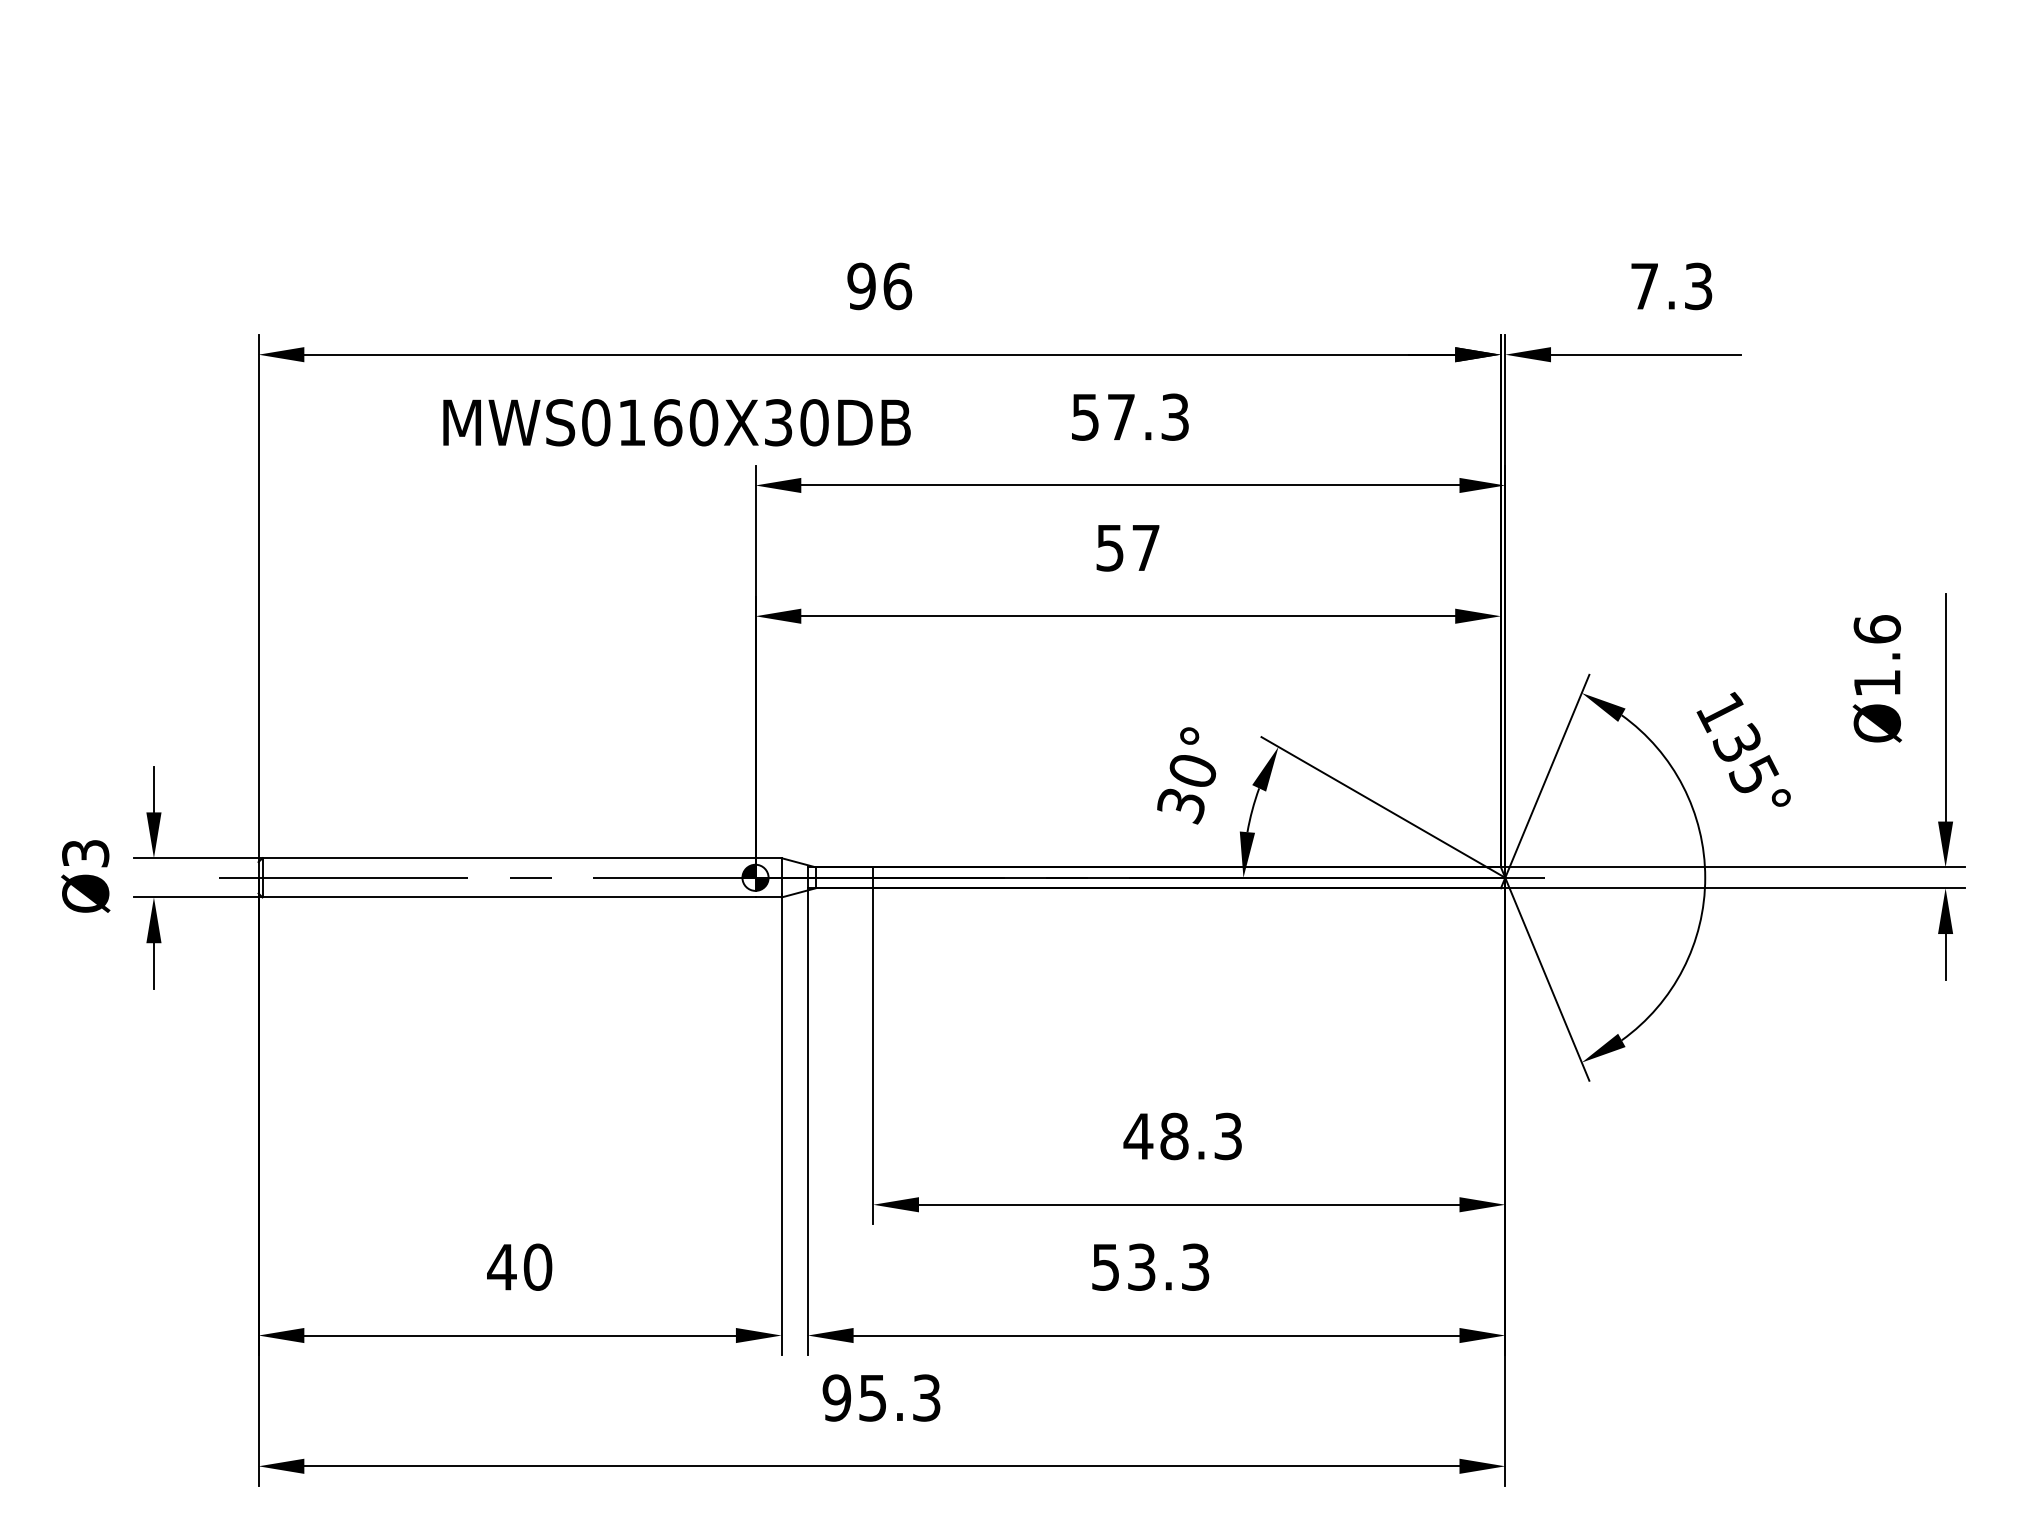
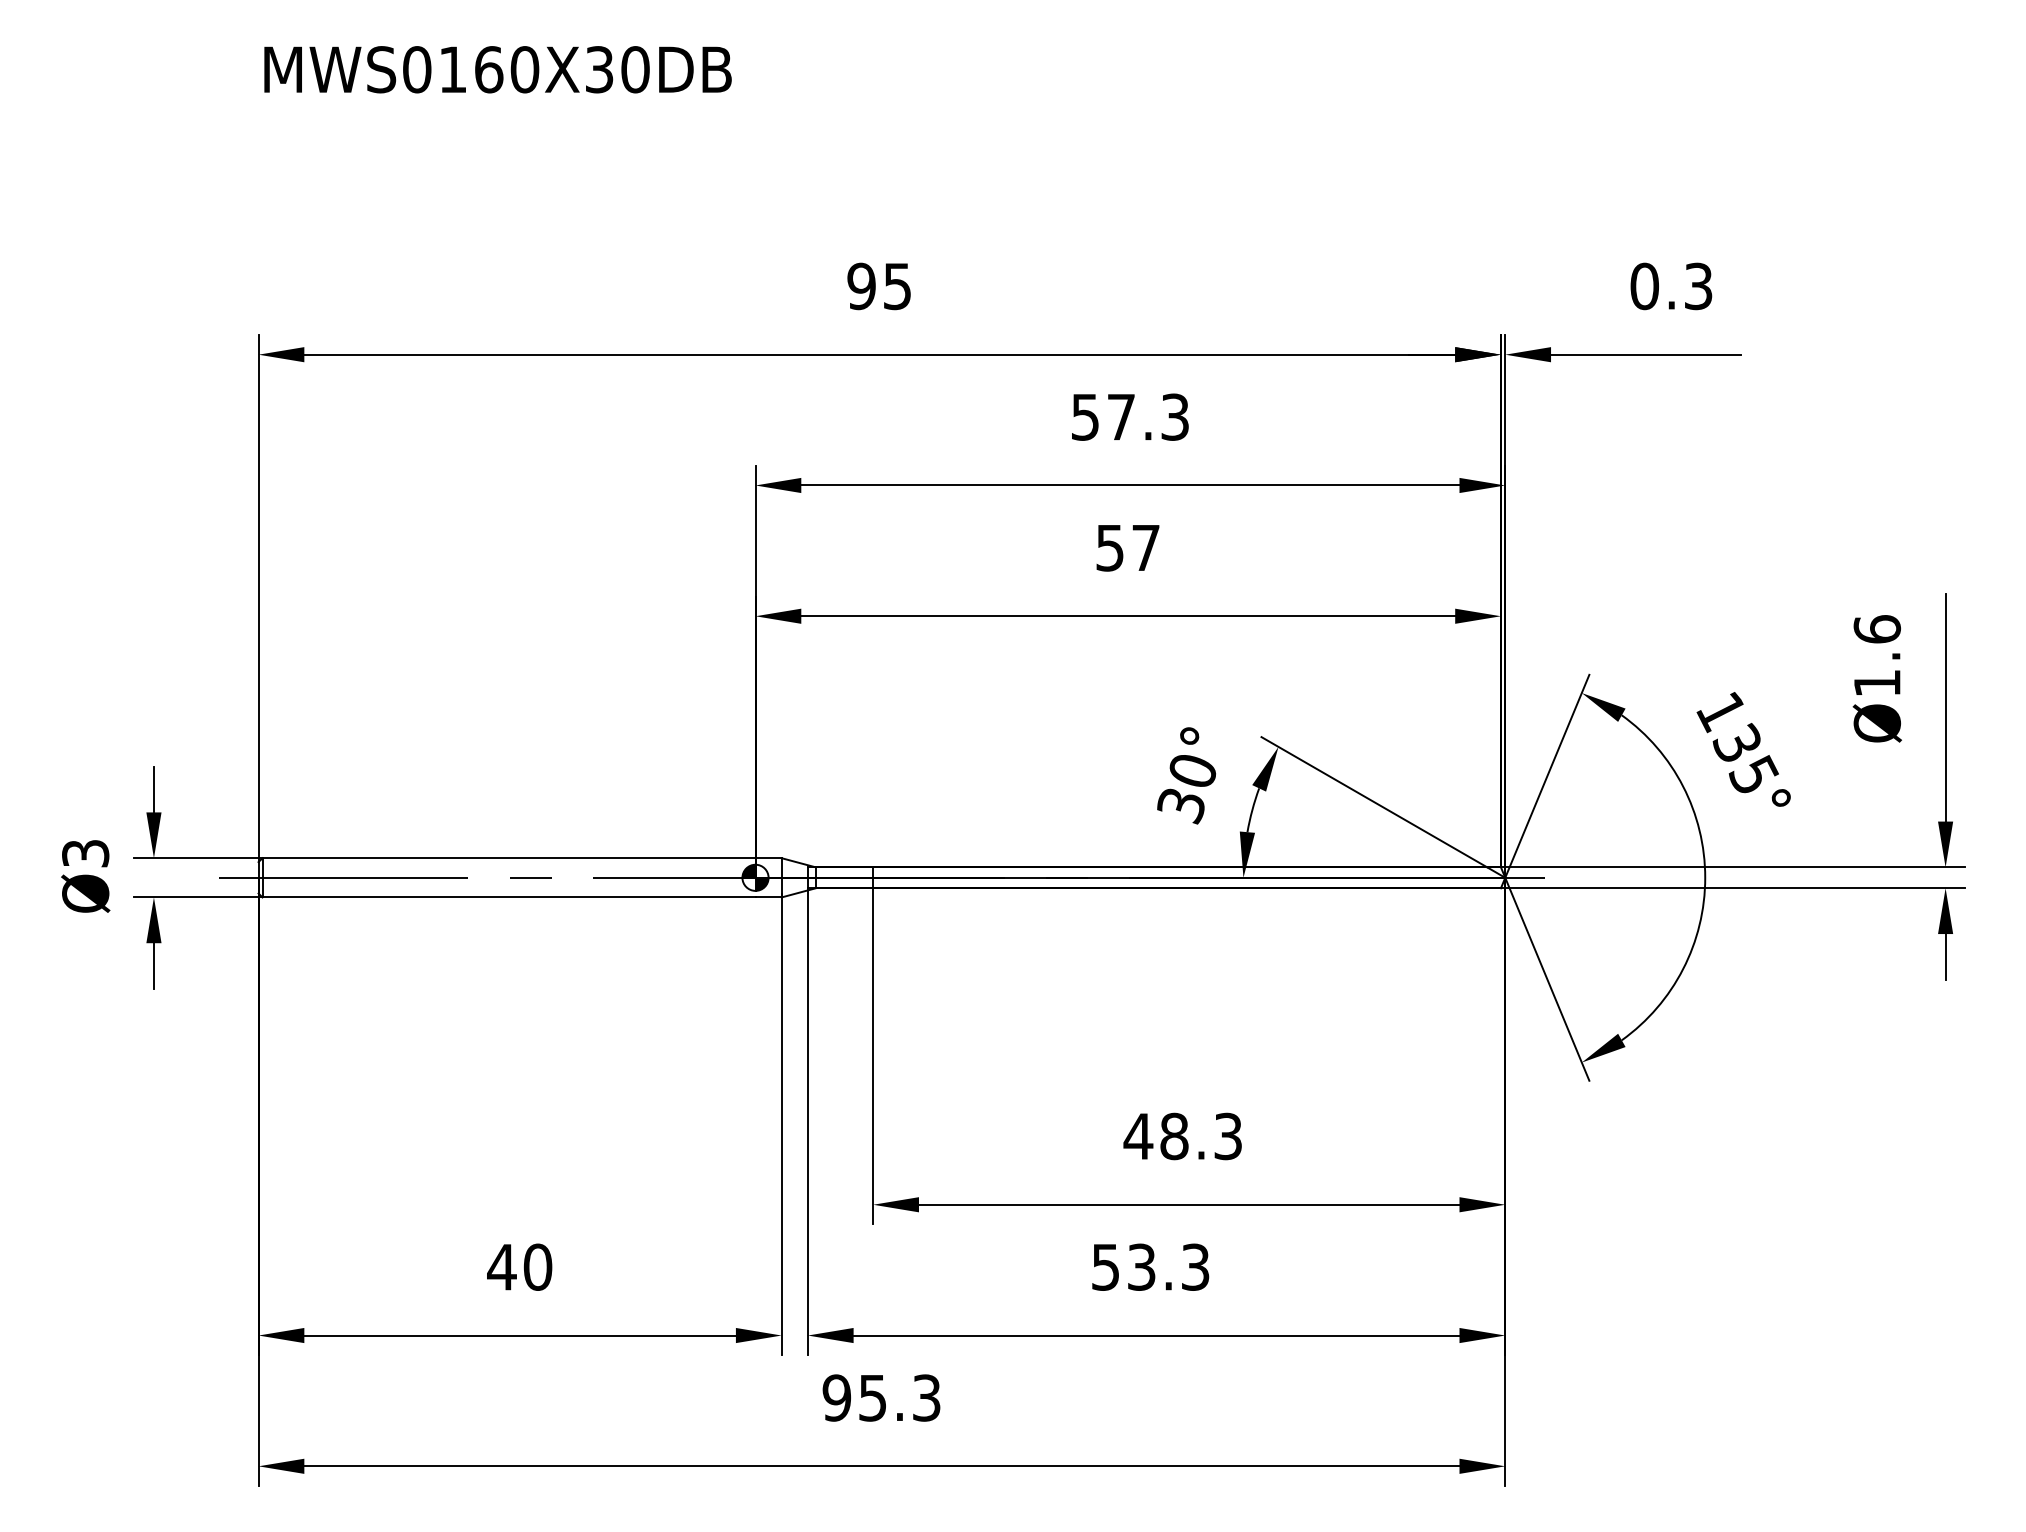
text at (897, 286): 96 -> 95
text at (1644, 286): 7.3 -> 0.3
text at (676, 422) position: (676, 422) -> (497, 69)
